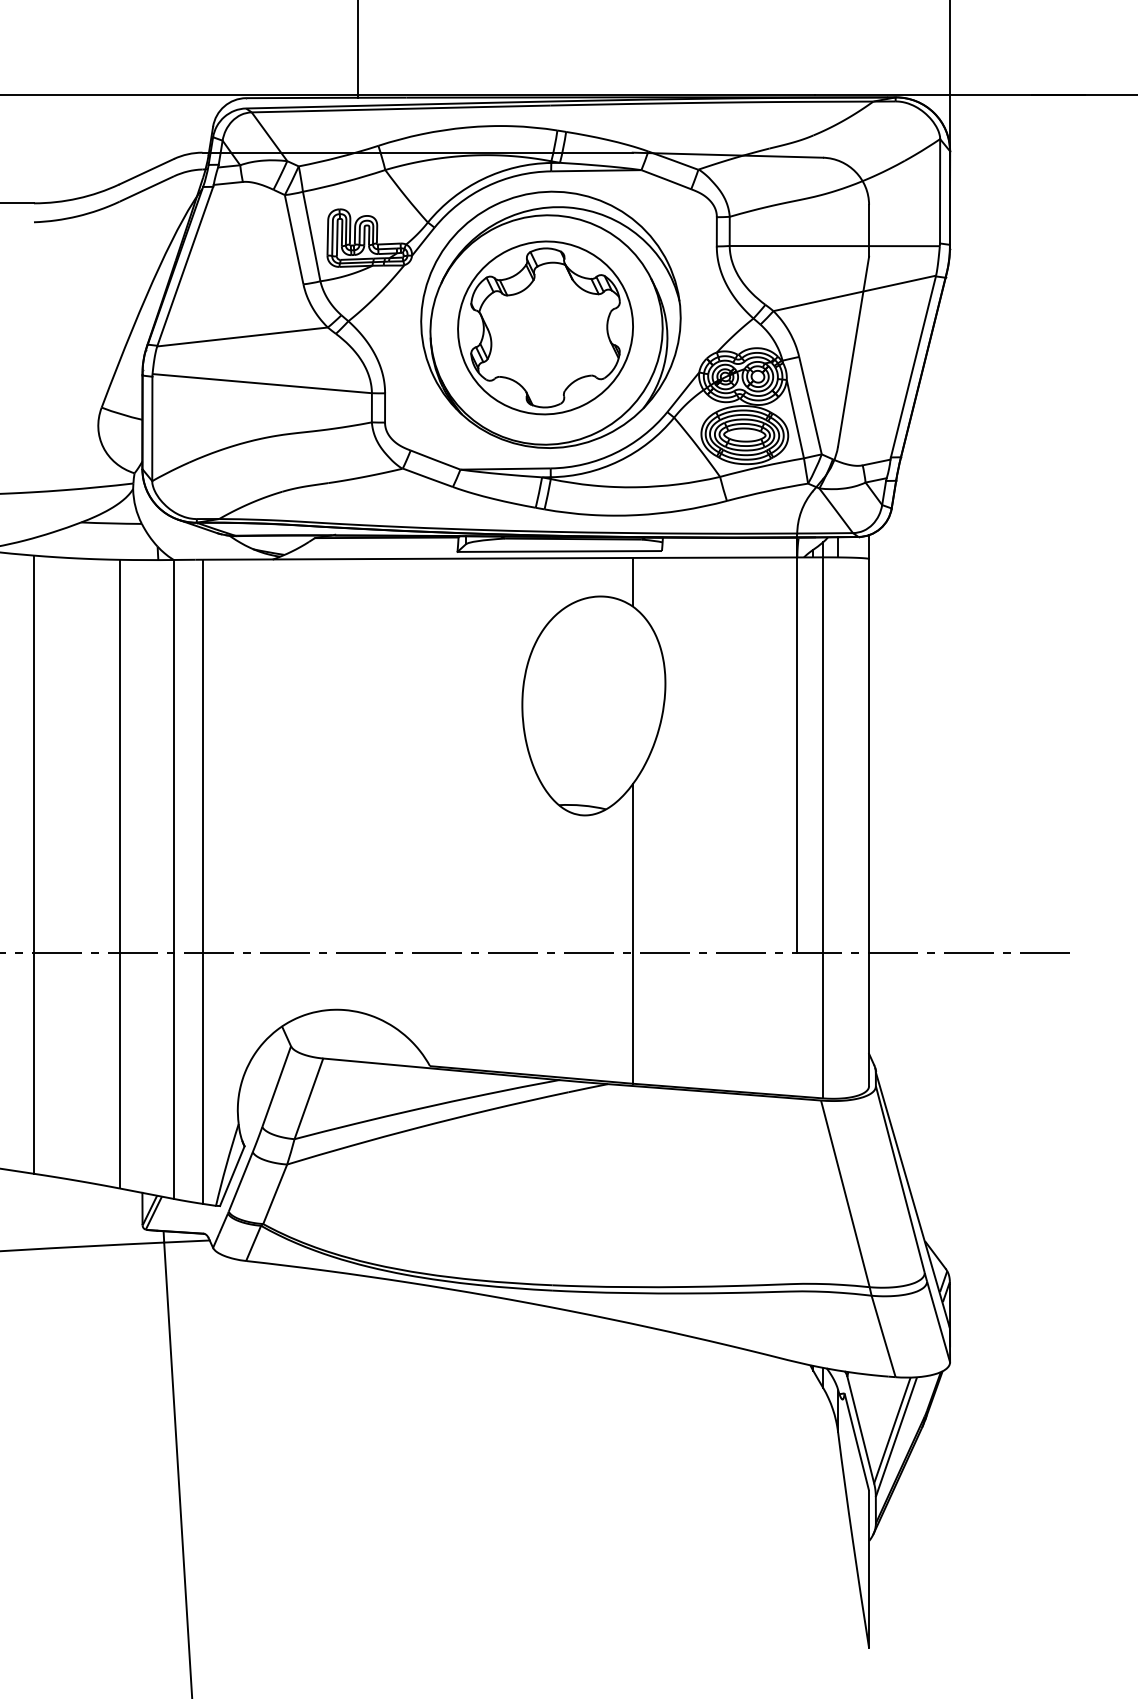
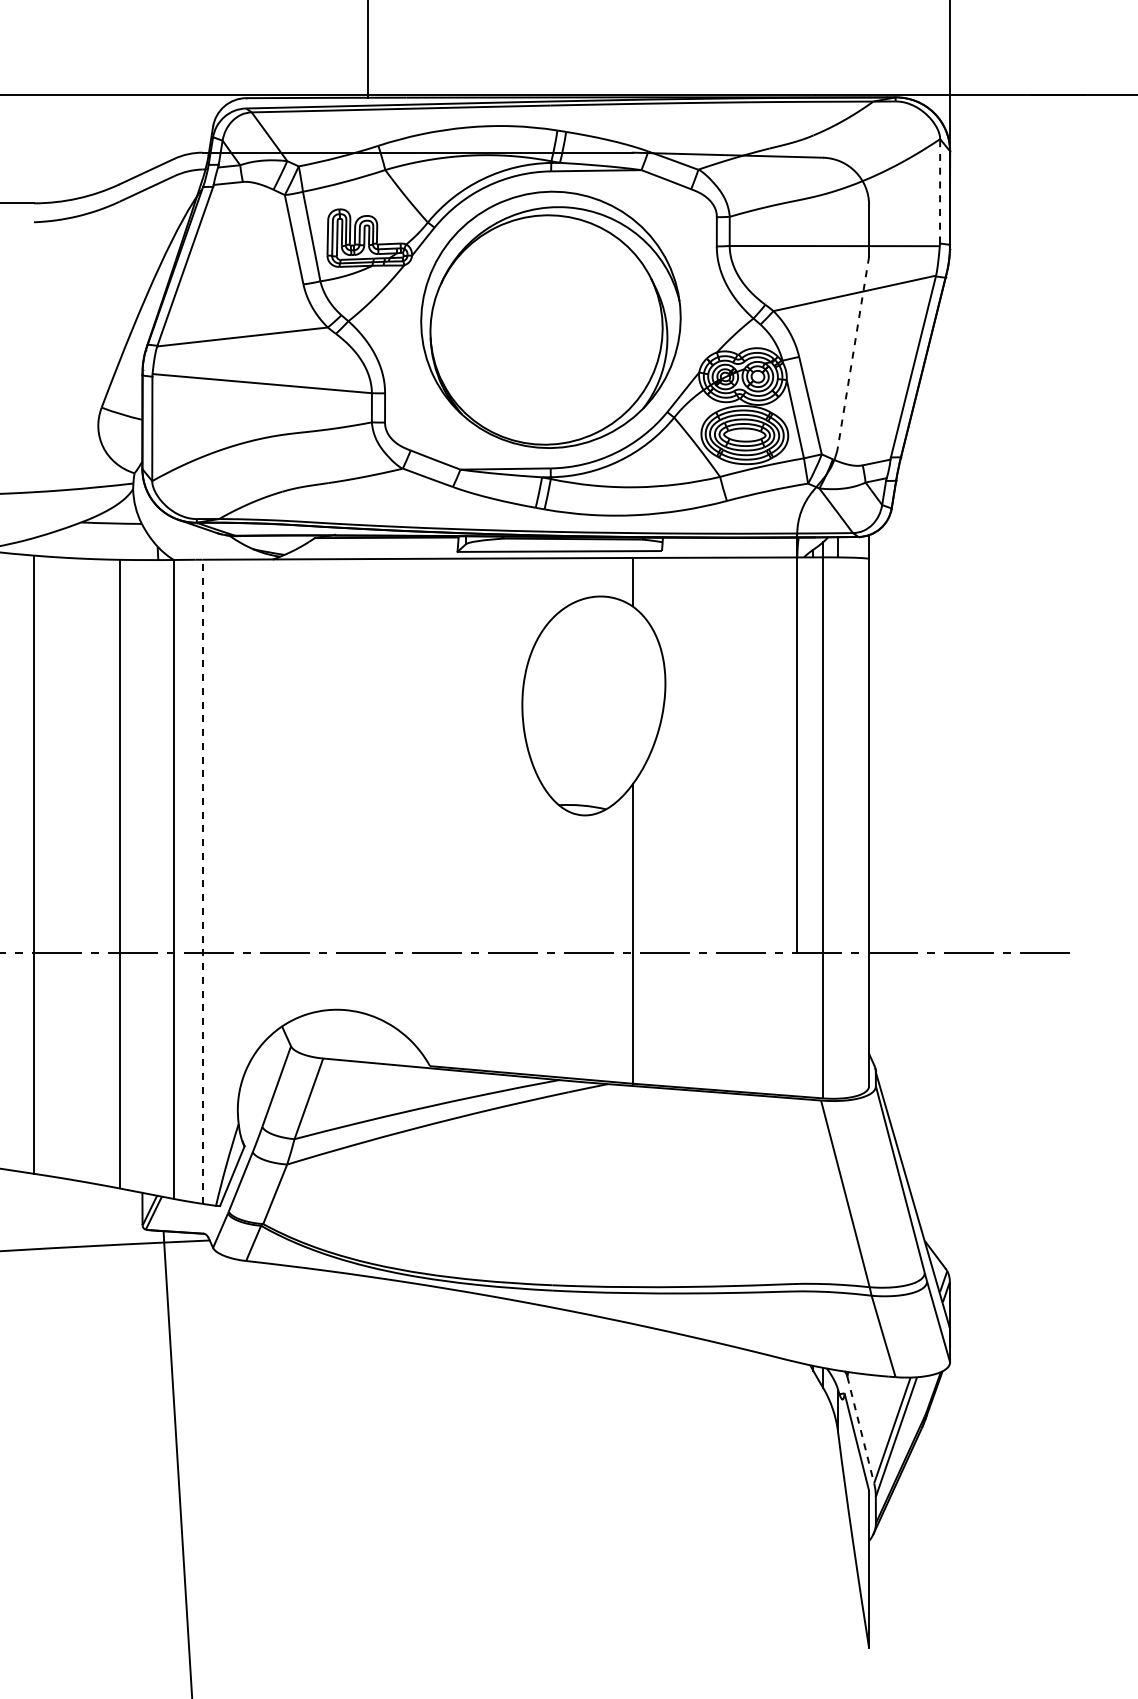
line at (358, 50) position: (358, 50) -> (368, 50)
line at (940, 190): solid -> dashed
part at (545, 327): present -> none
line at (853, 352): solid -> dashed
line at (202, 881): solid -> dashed
line at (860, 1430): solid -> dashed
